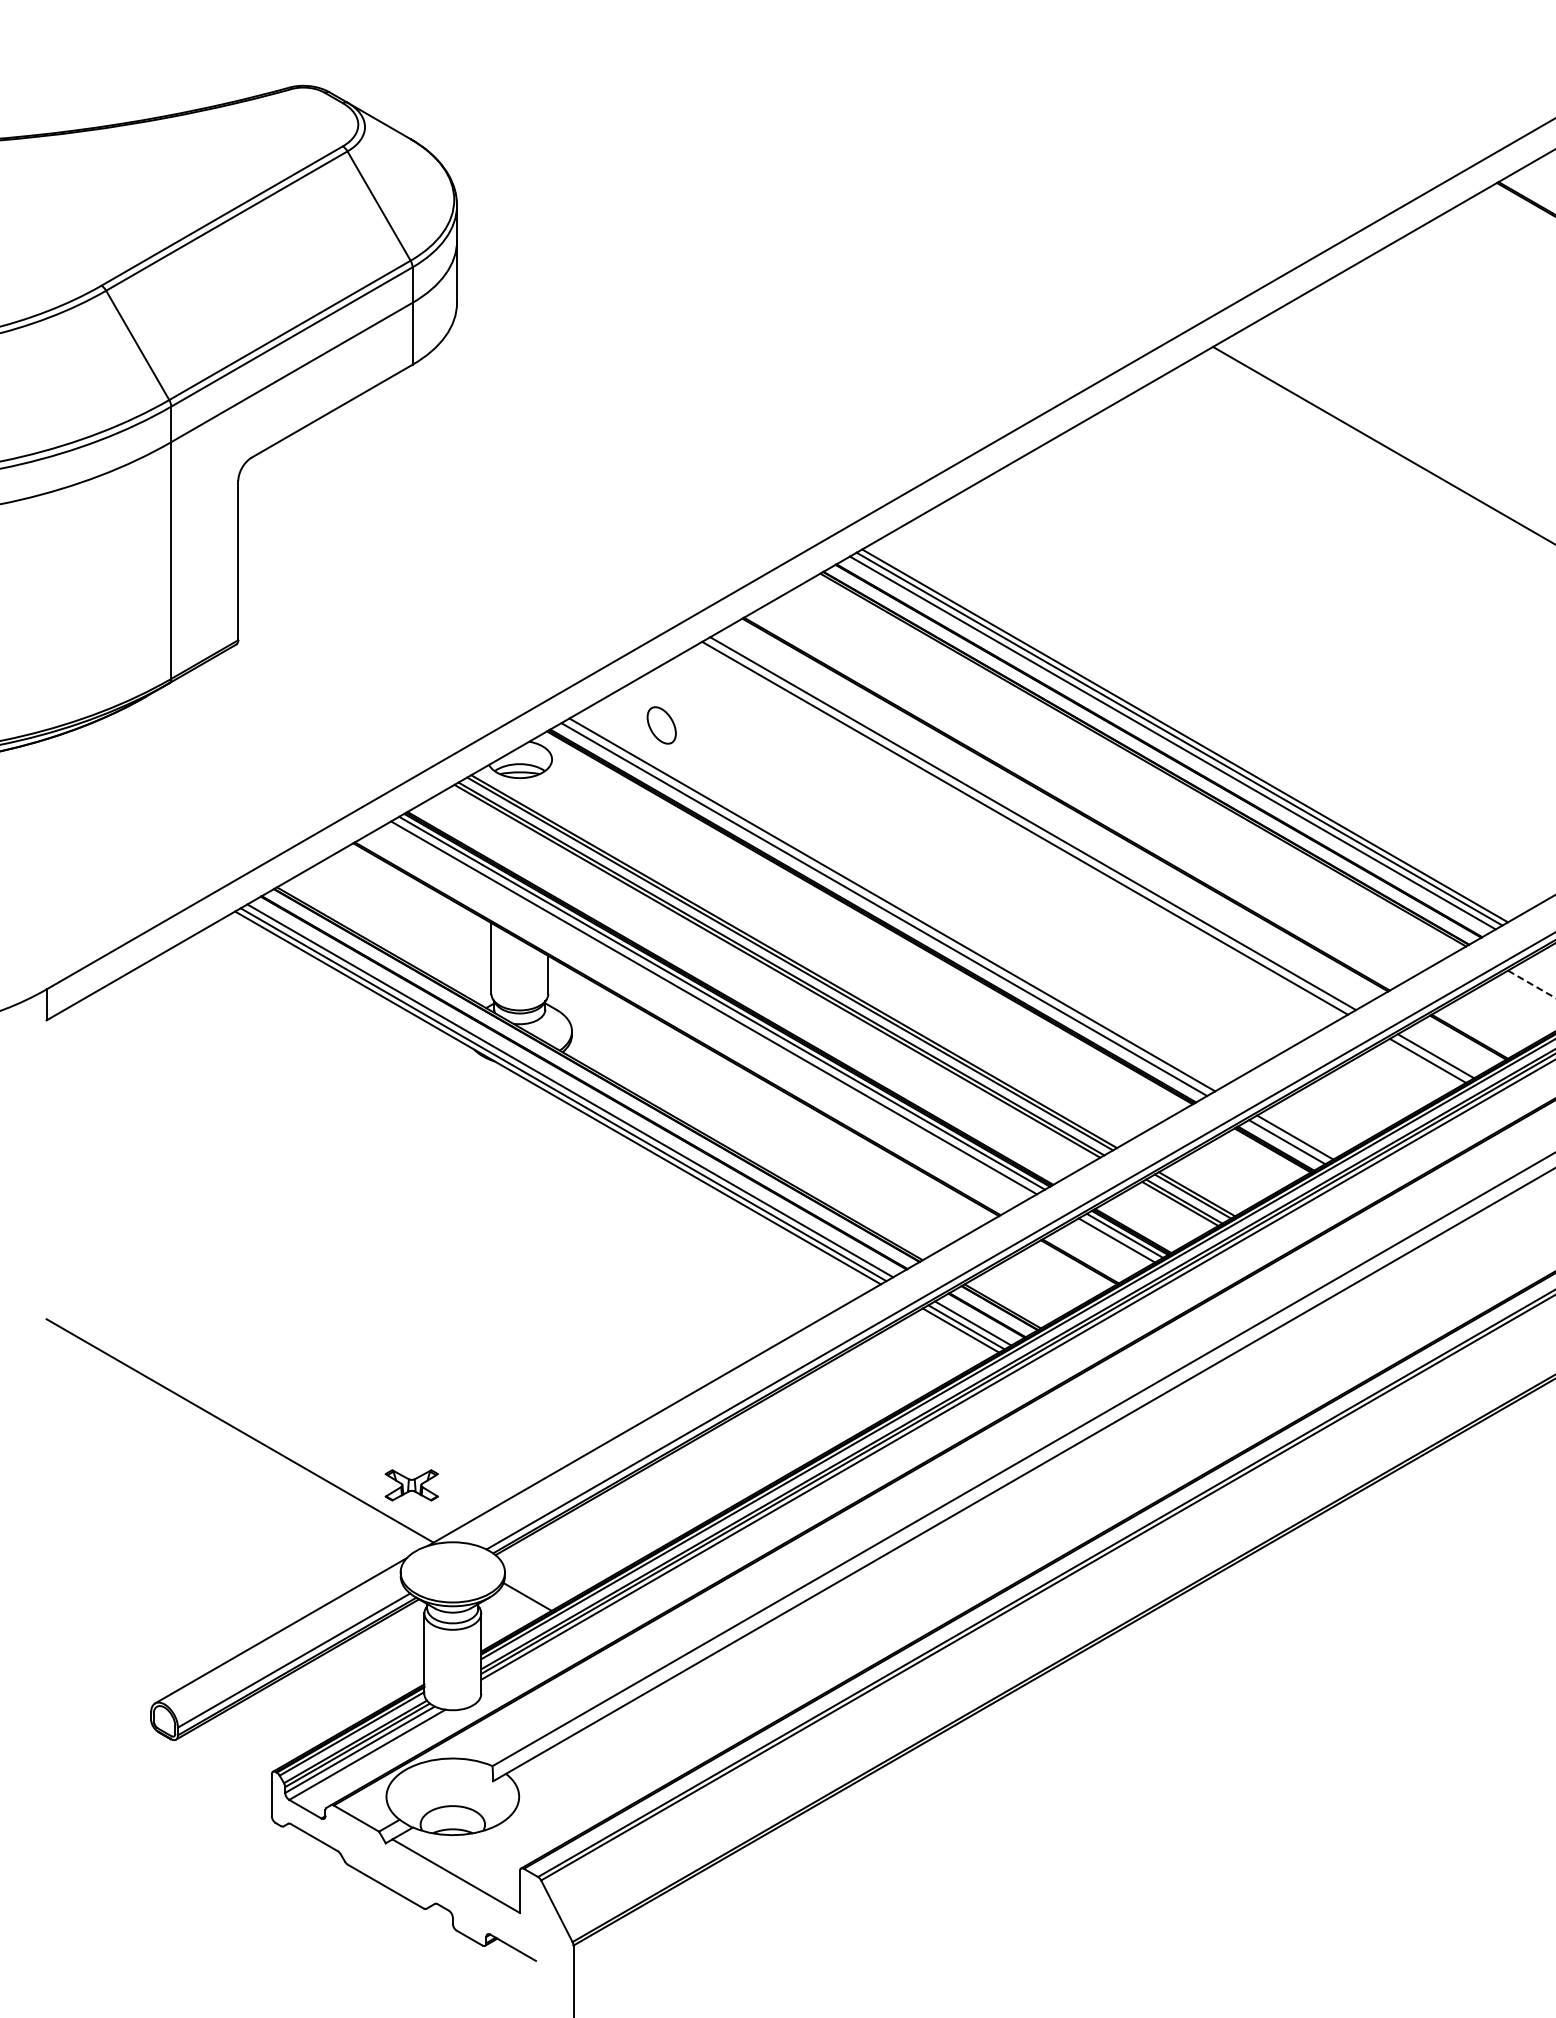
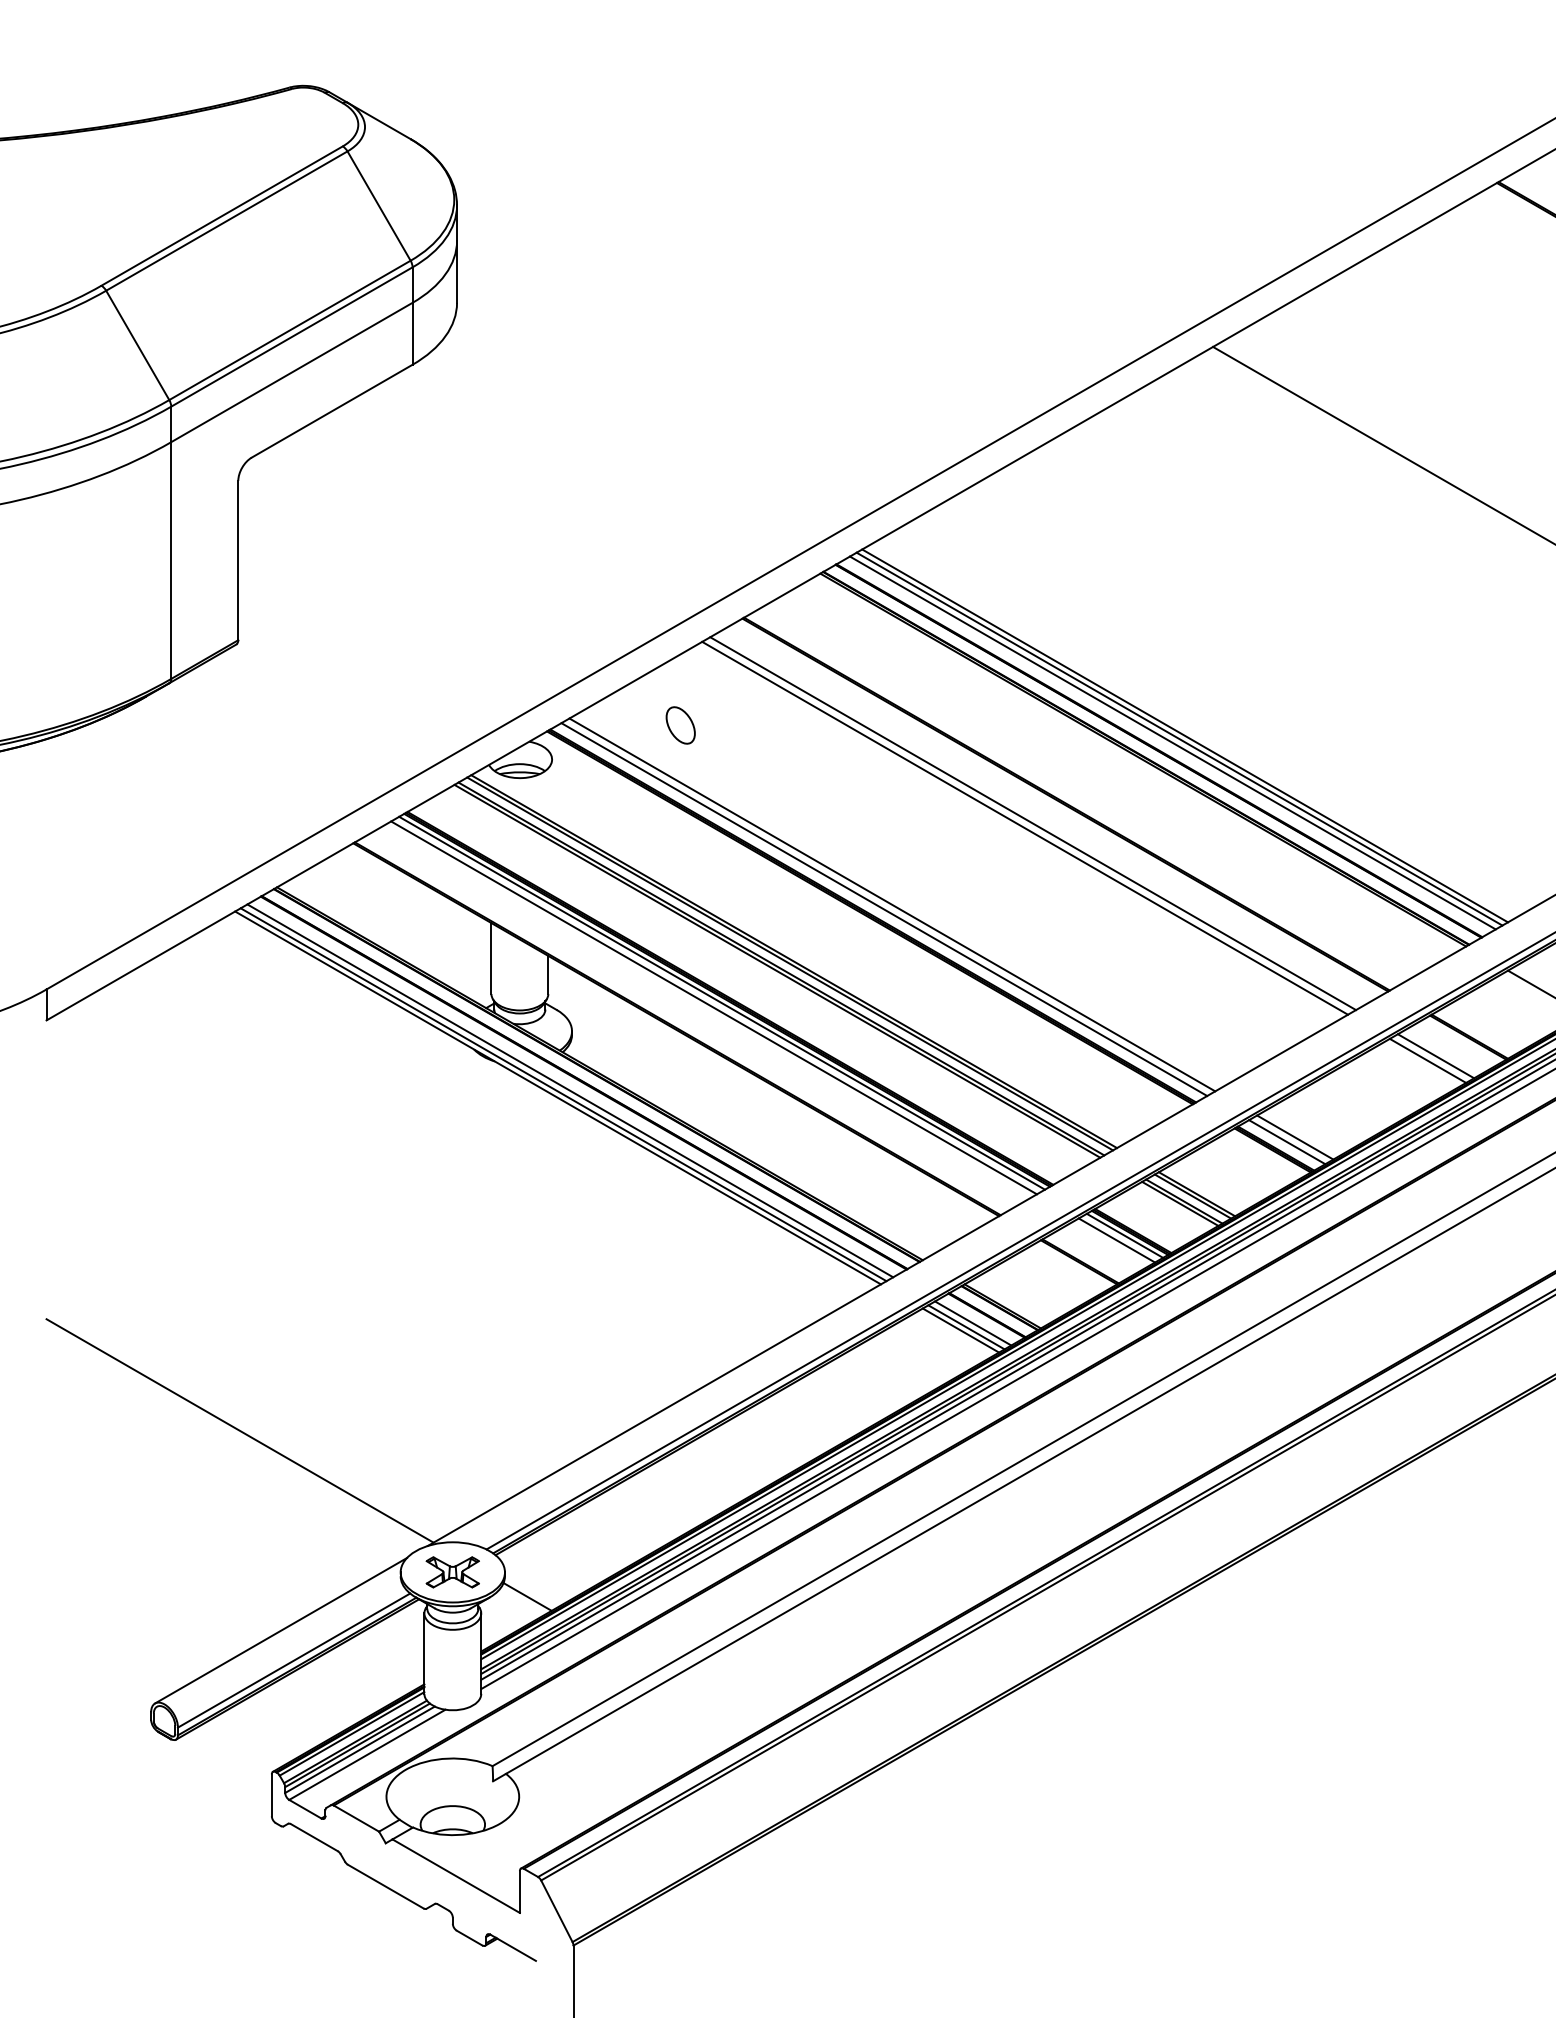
part at (661, 725) position: (661, 725) -> (680, 725)
line at (1532, 984): dashed -> solid
line at (1016, 1379): none -> present
part at (411, 1485) position: (411, 1485) -> (452, 1572)
